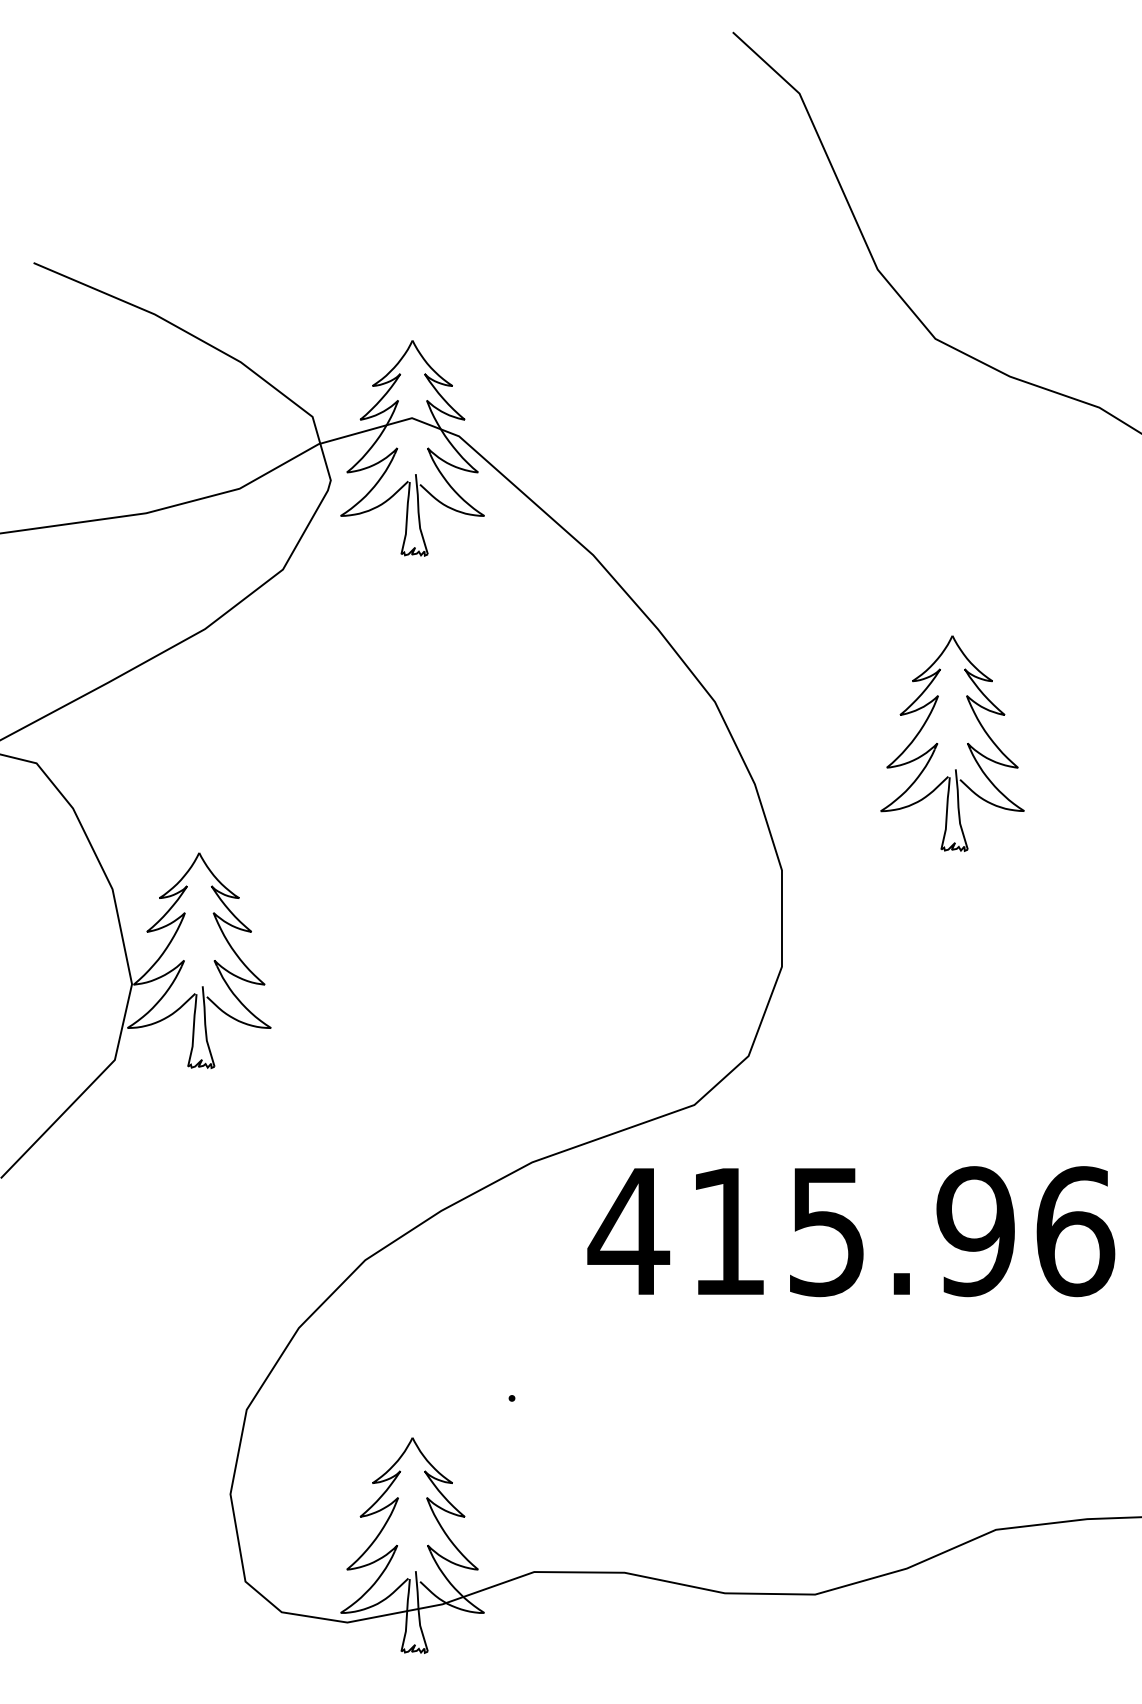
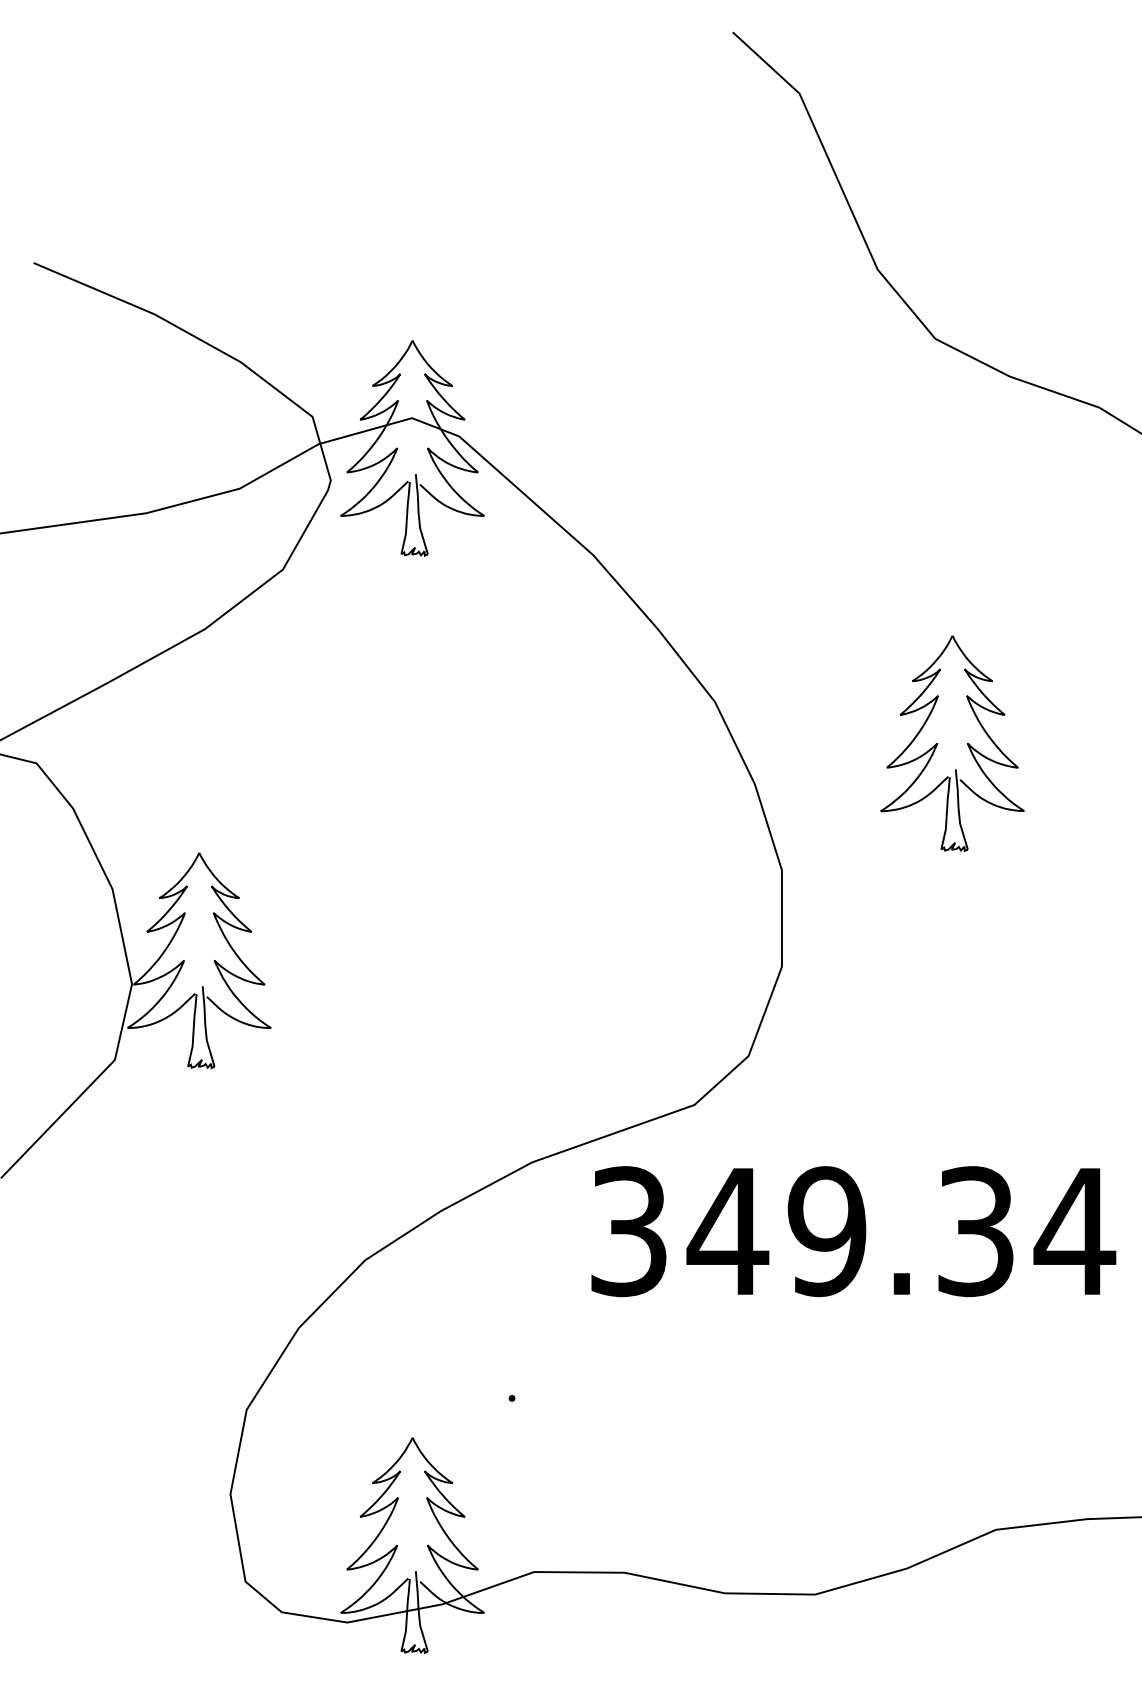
text at (851, 1231): 415.96 -> 349.34
